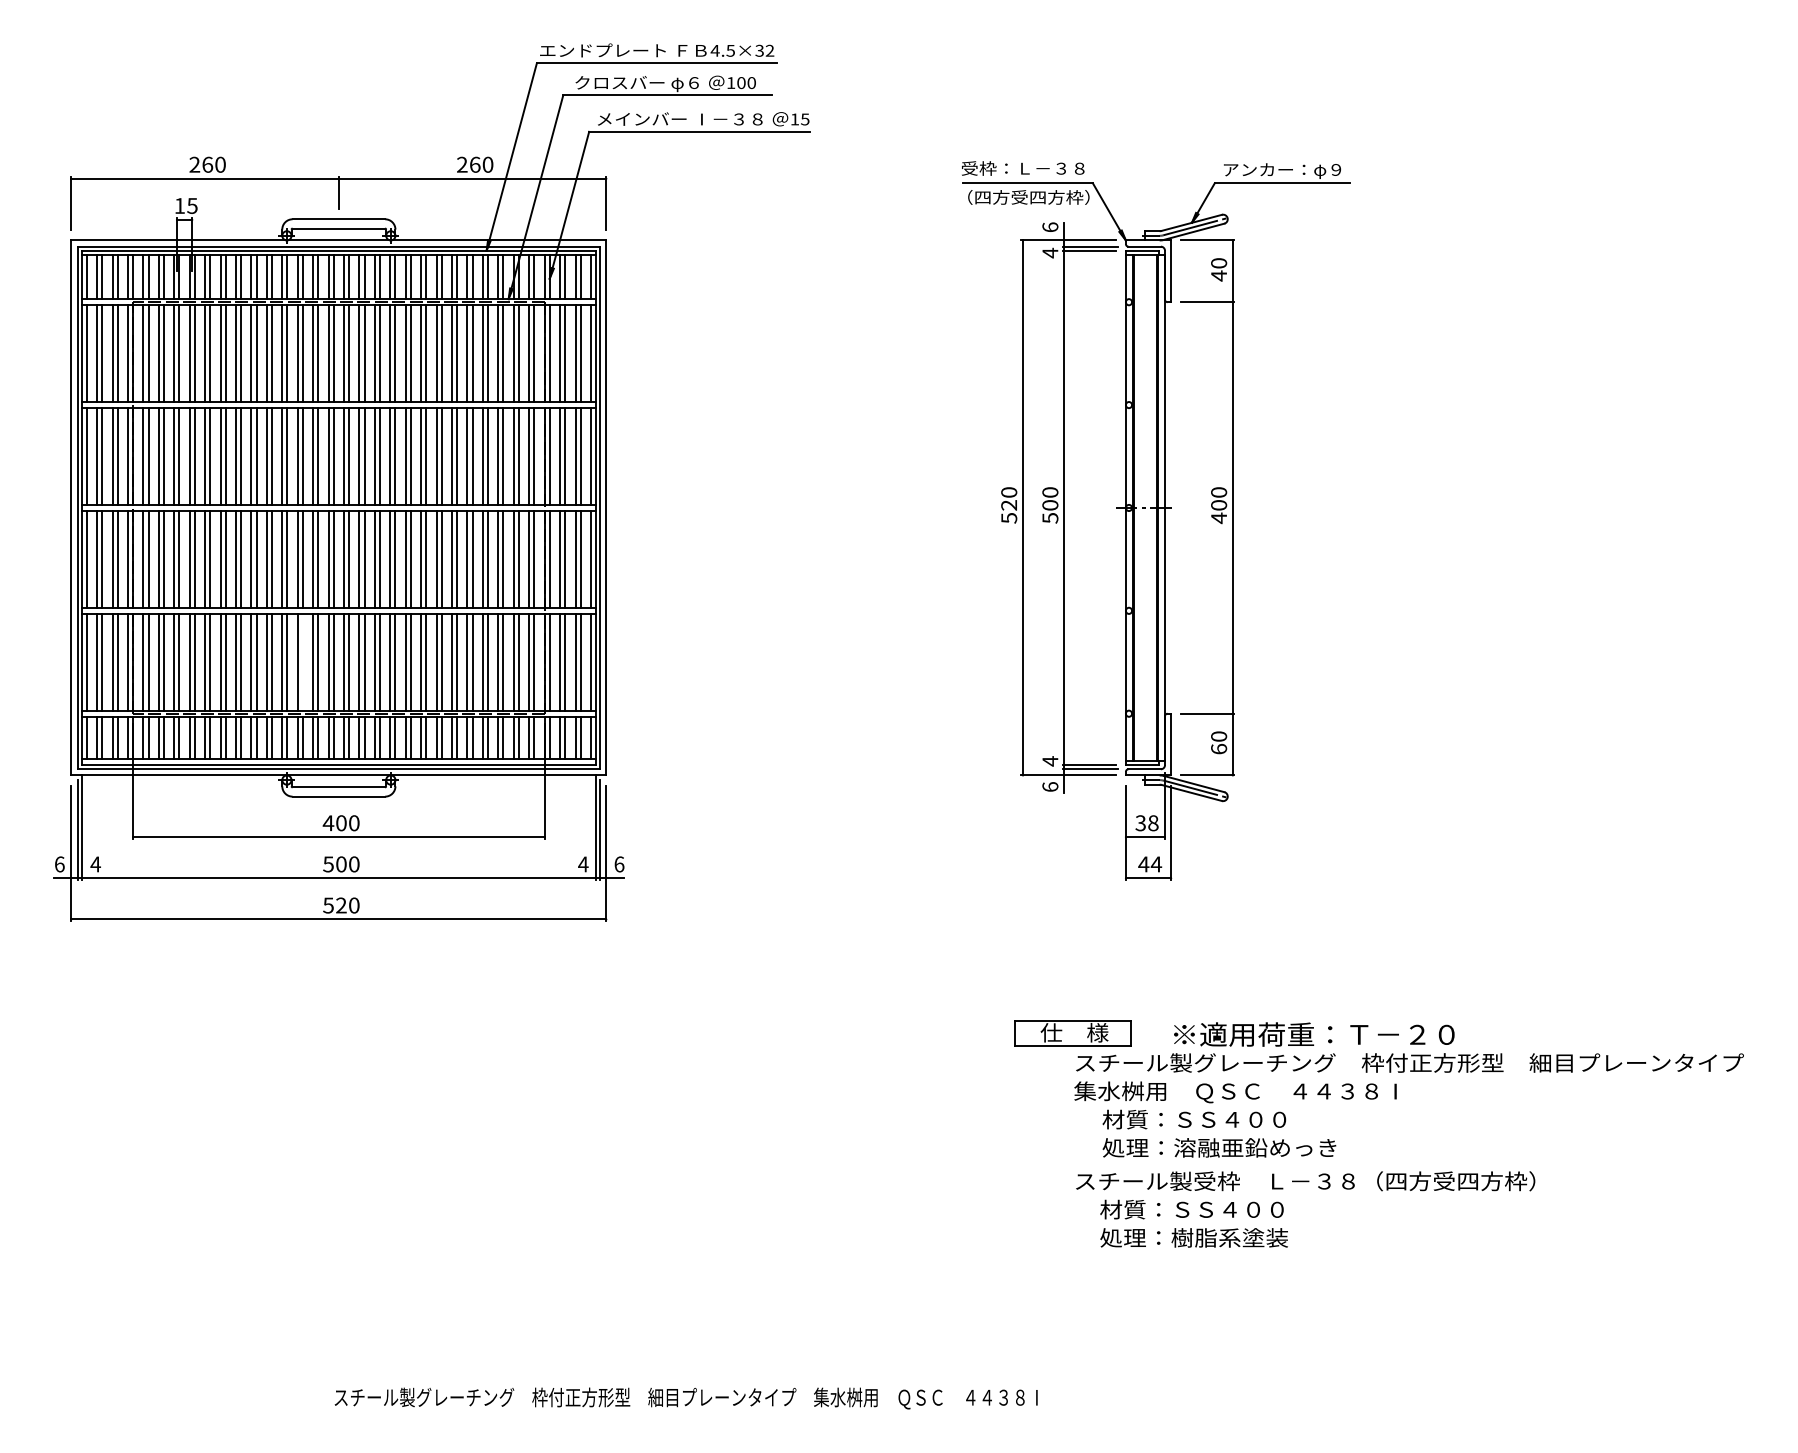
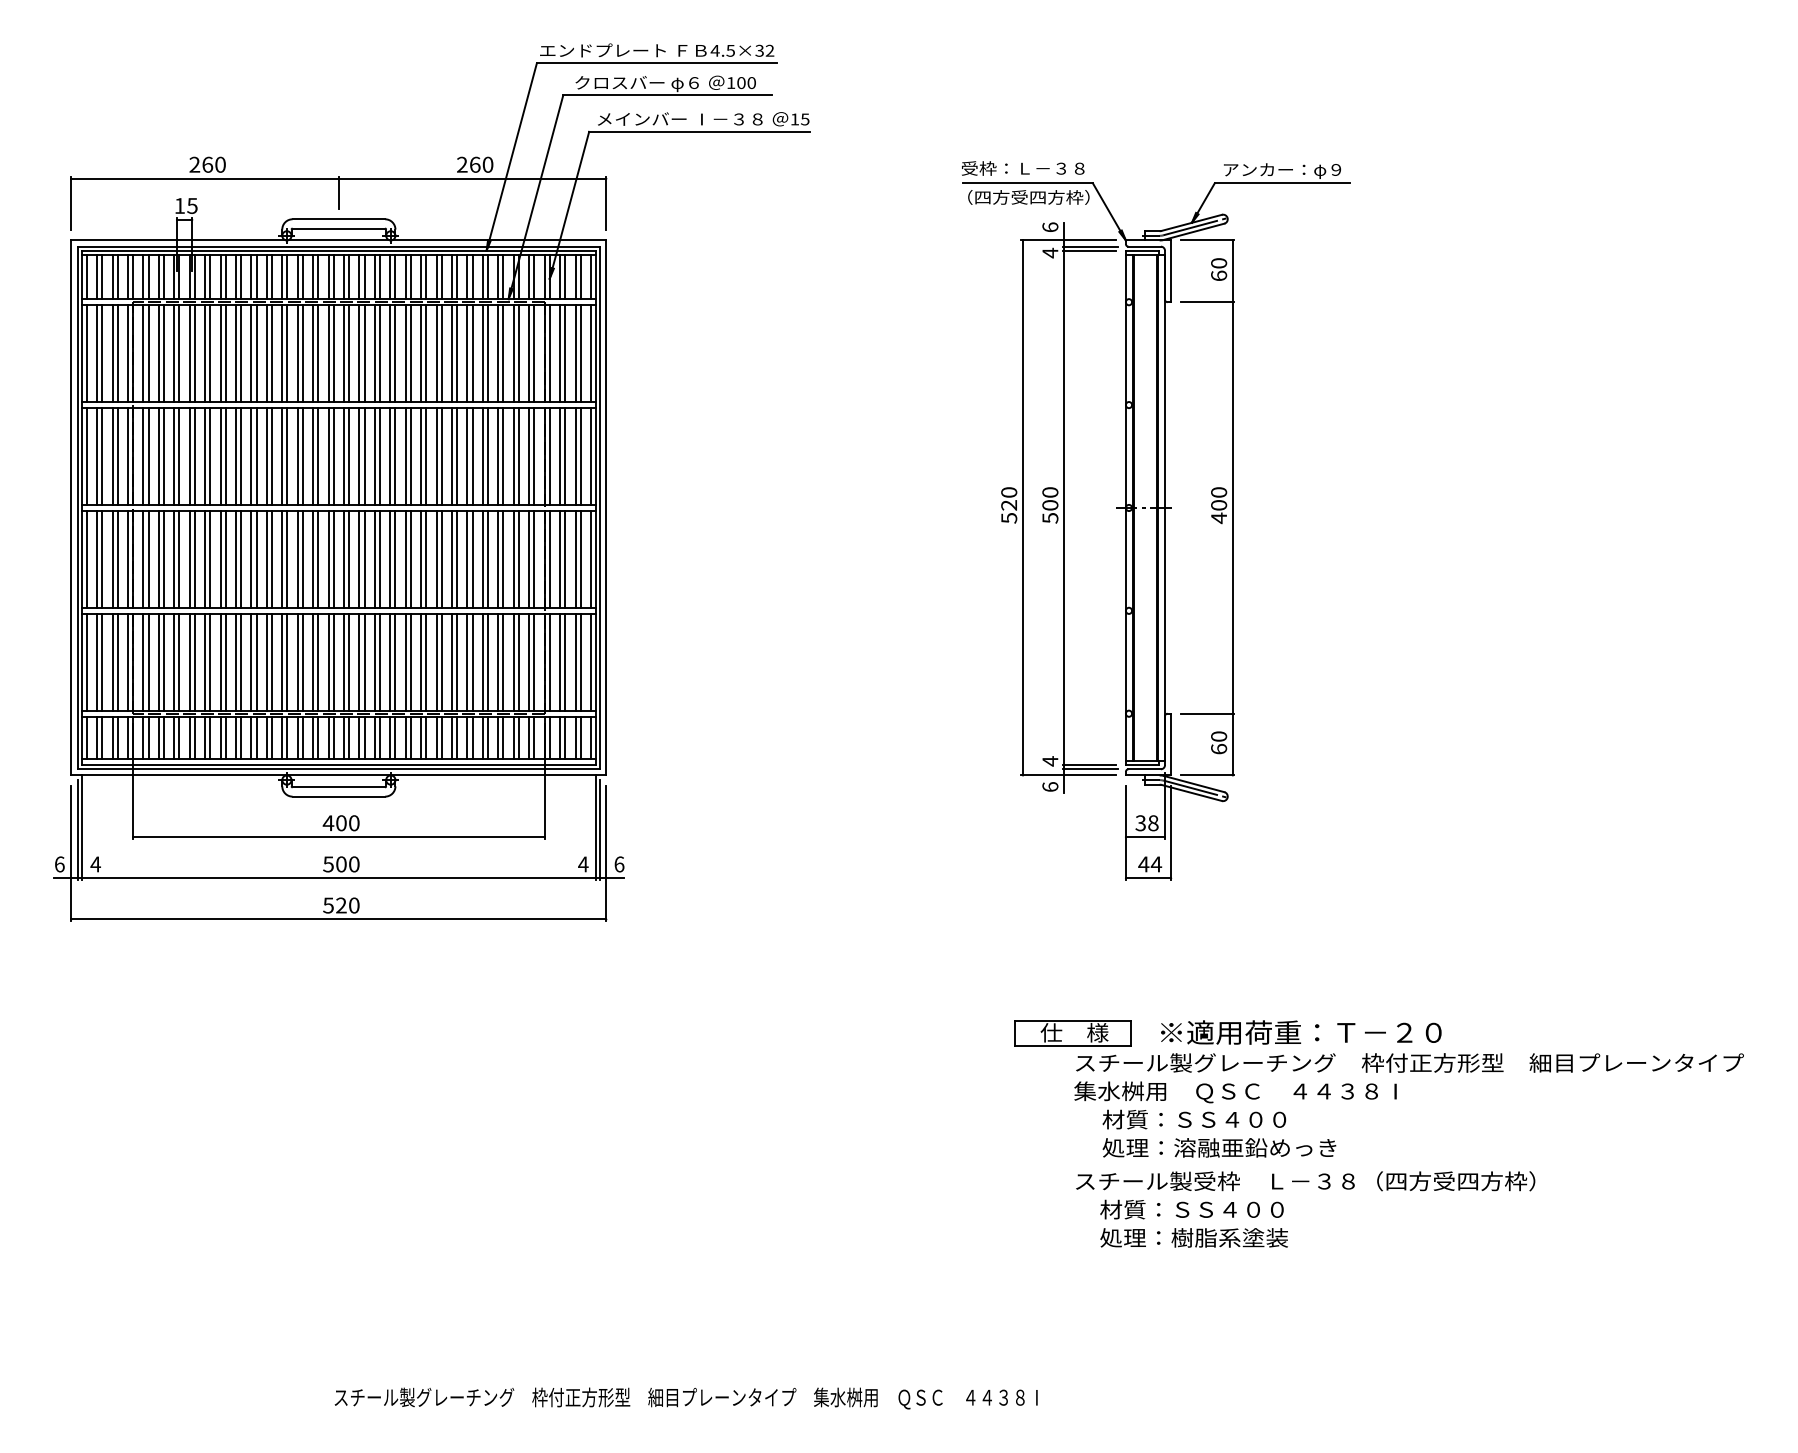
text at (1219, 275): 40 -> 60
line at (302, 661): none -> present
text at (1314, 1034) position: (1314, 1034) -> (1301, 1032)
